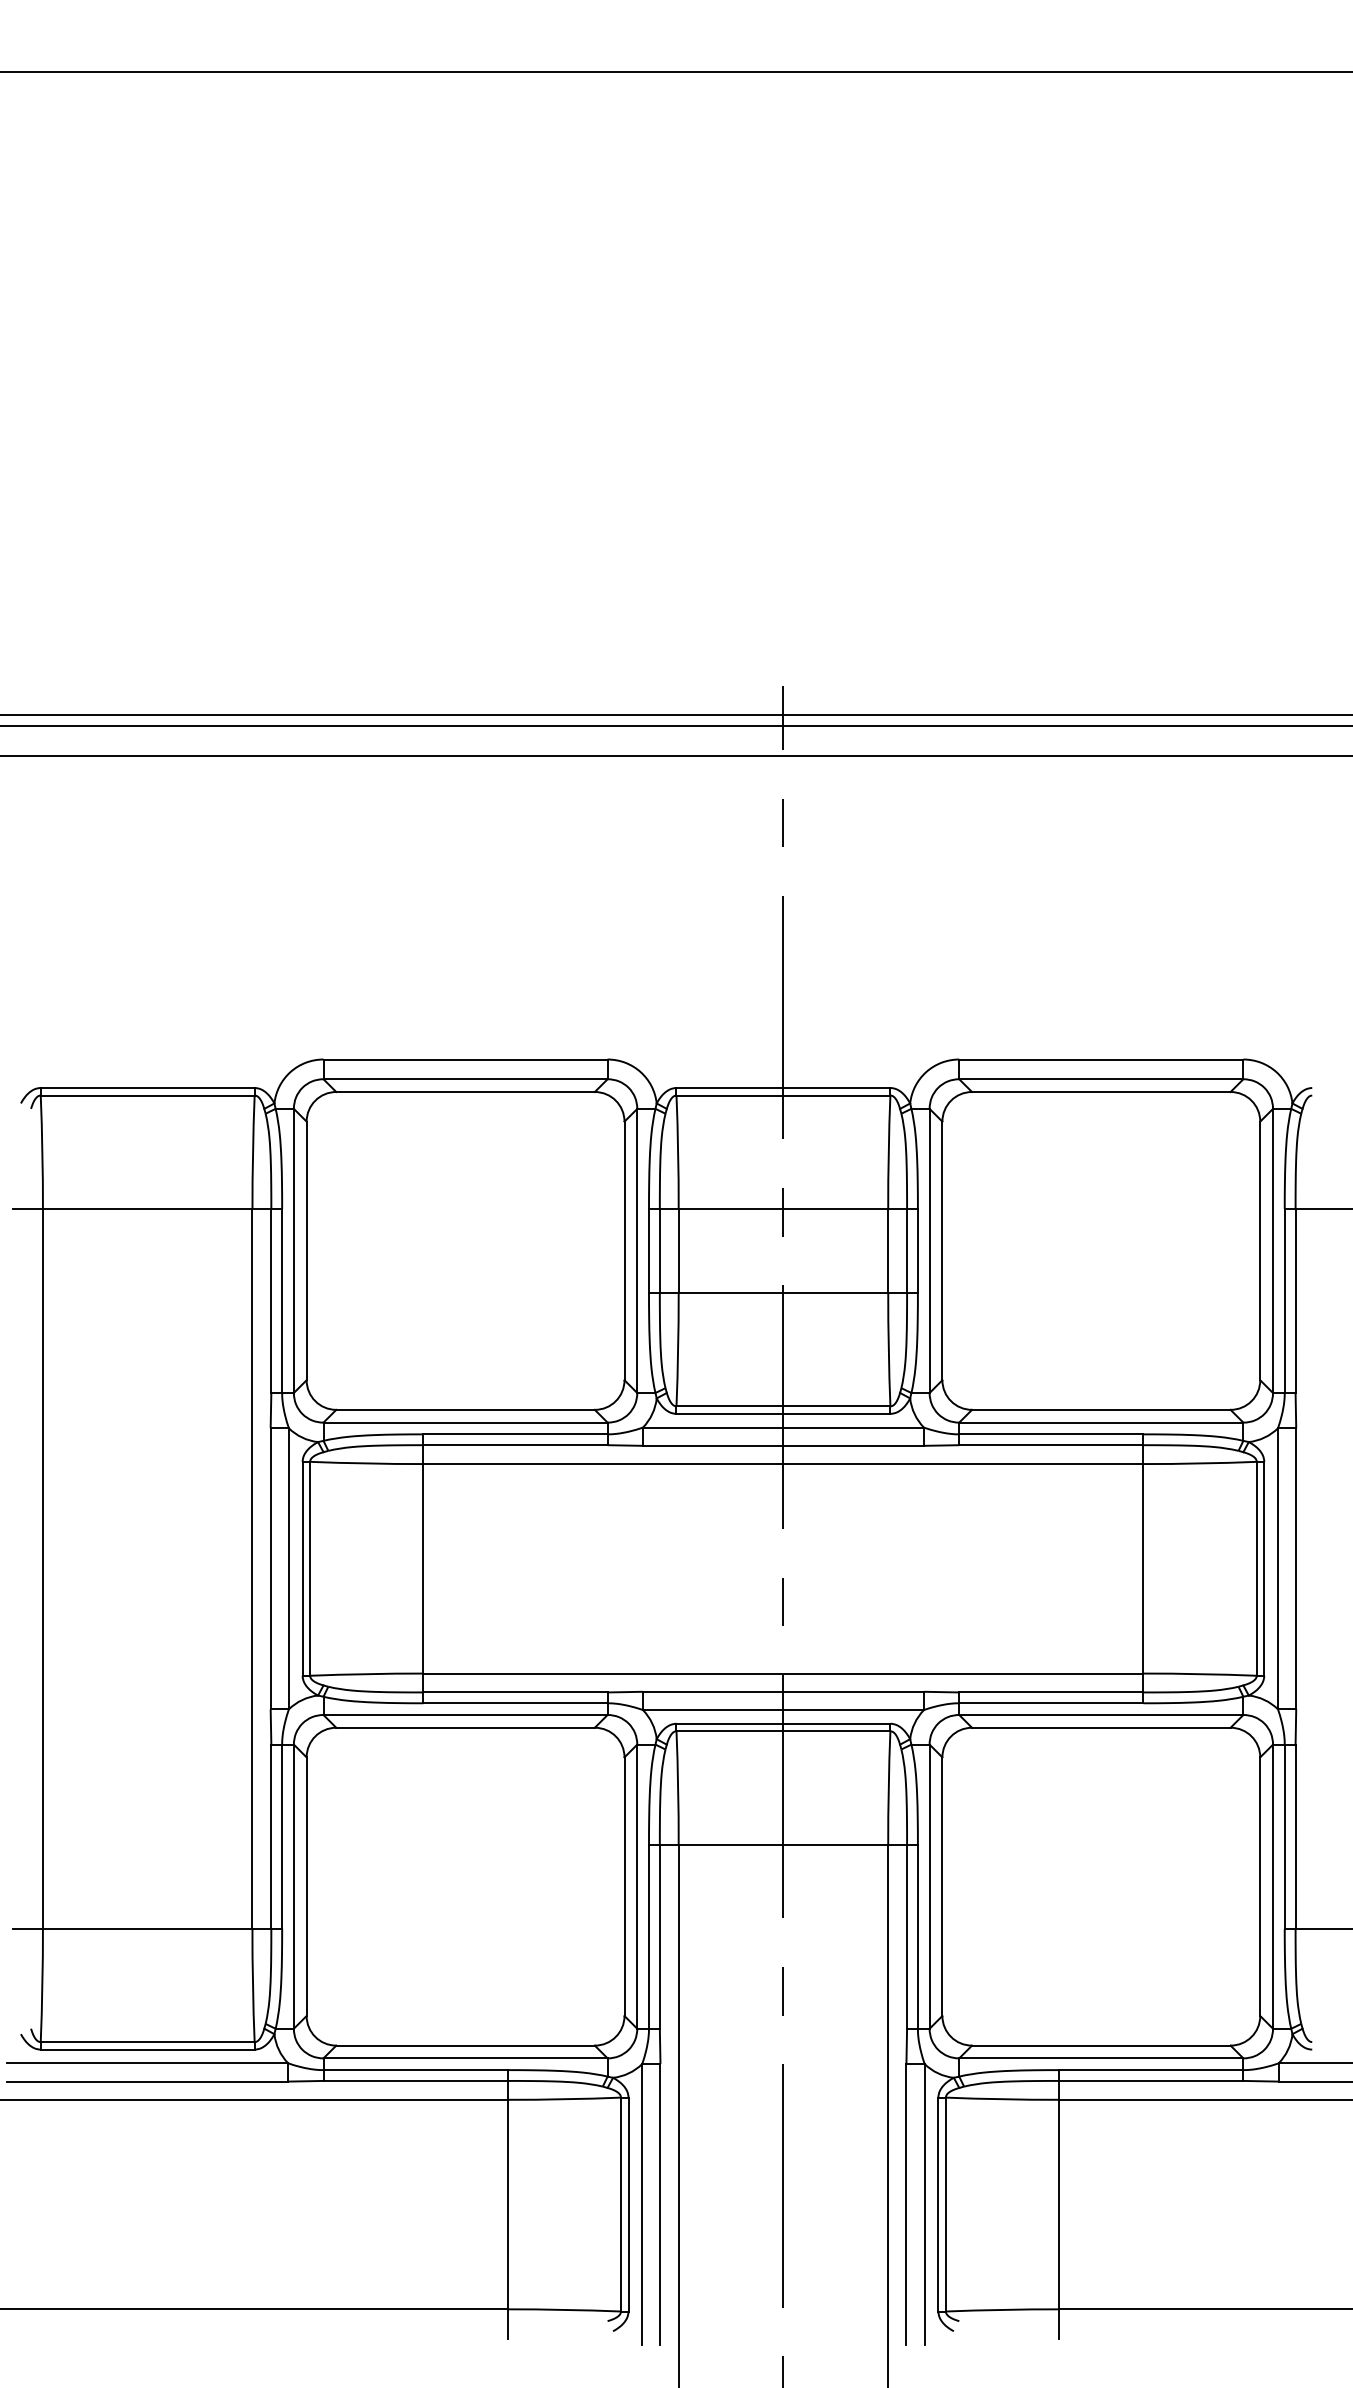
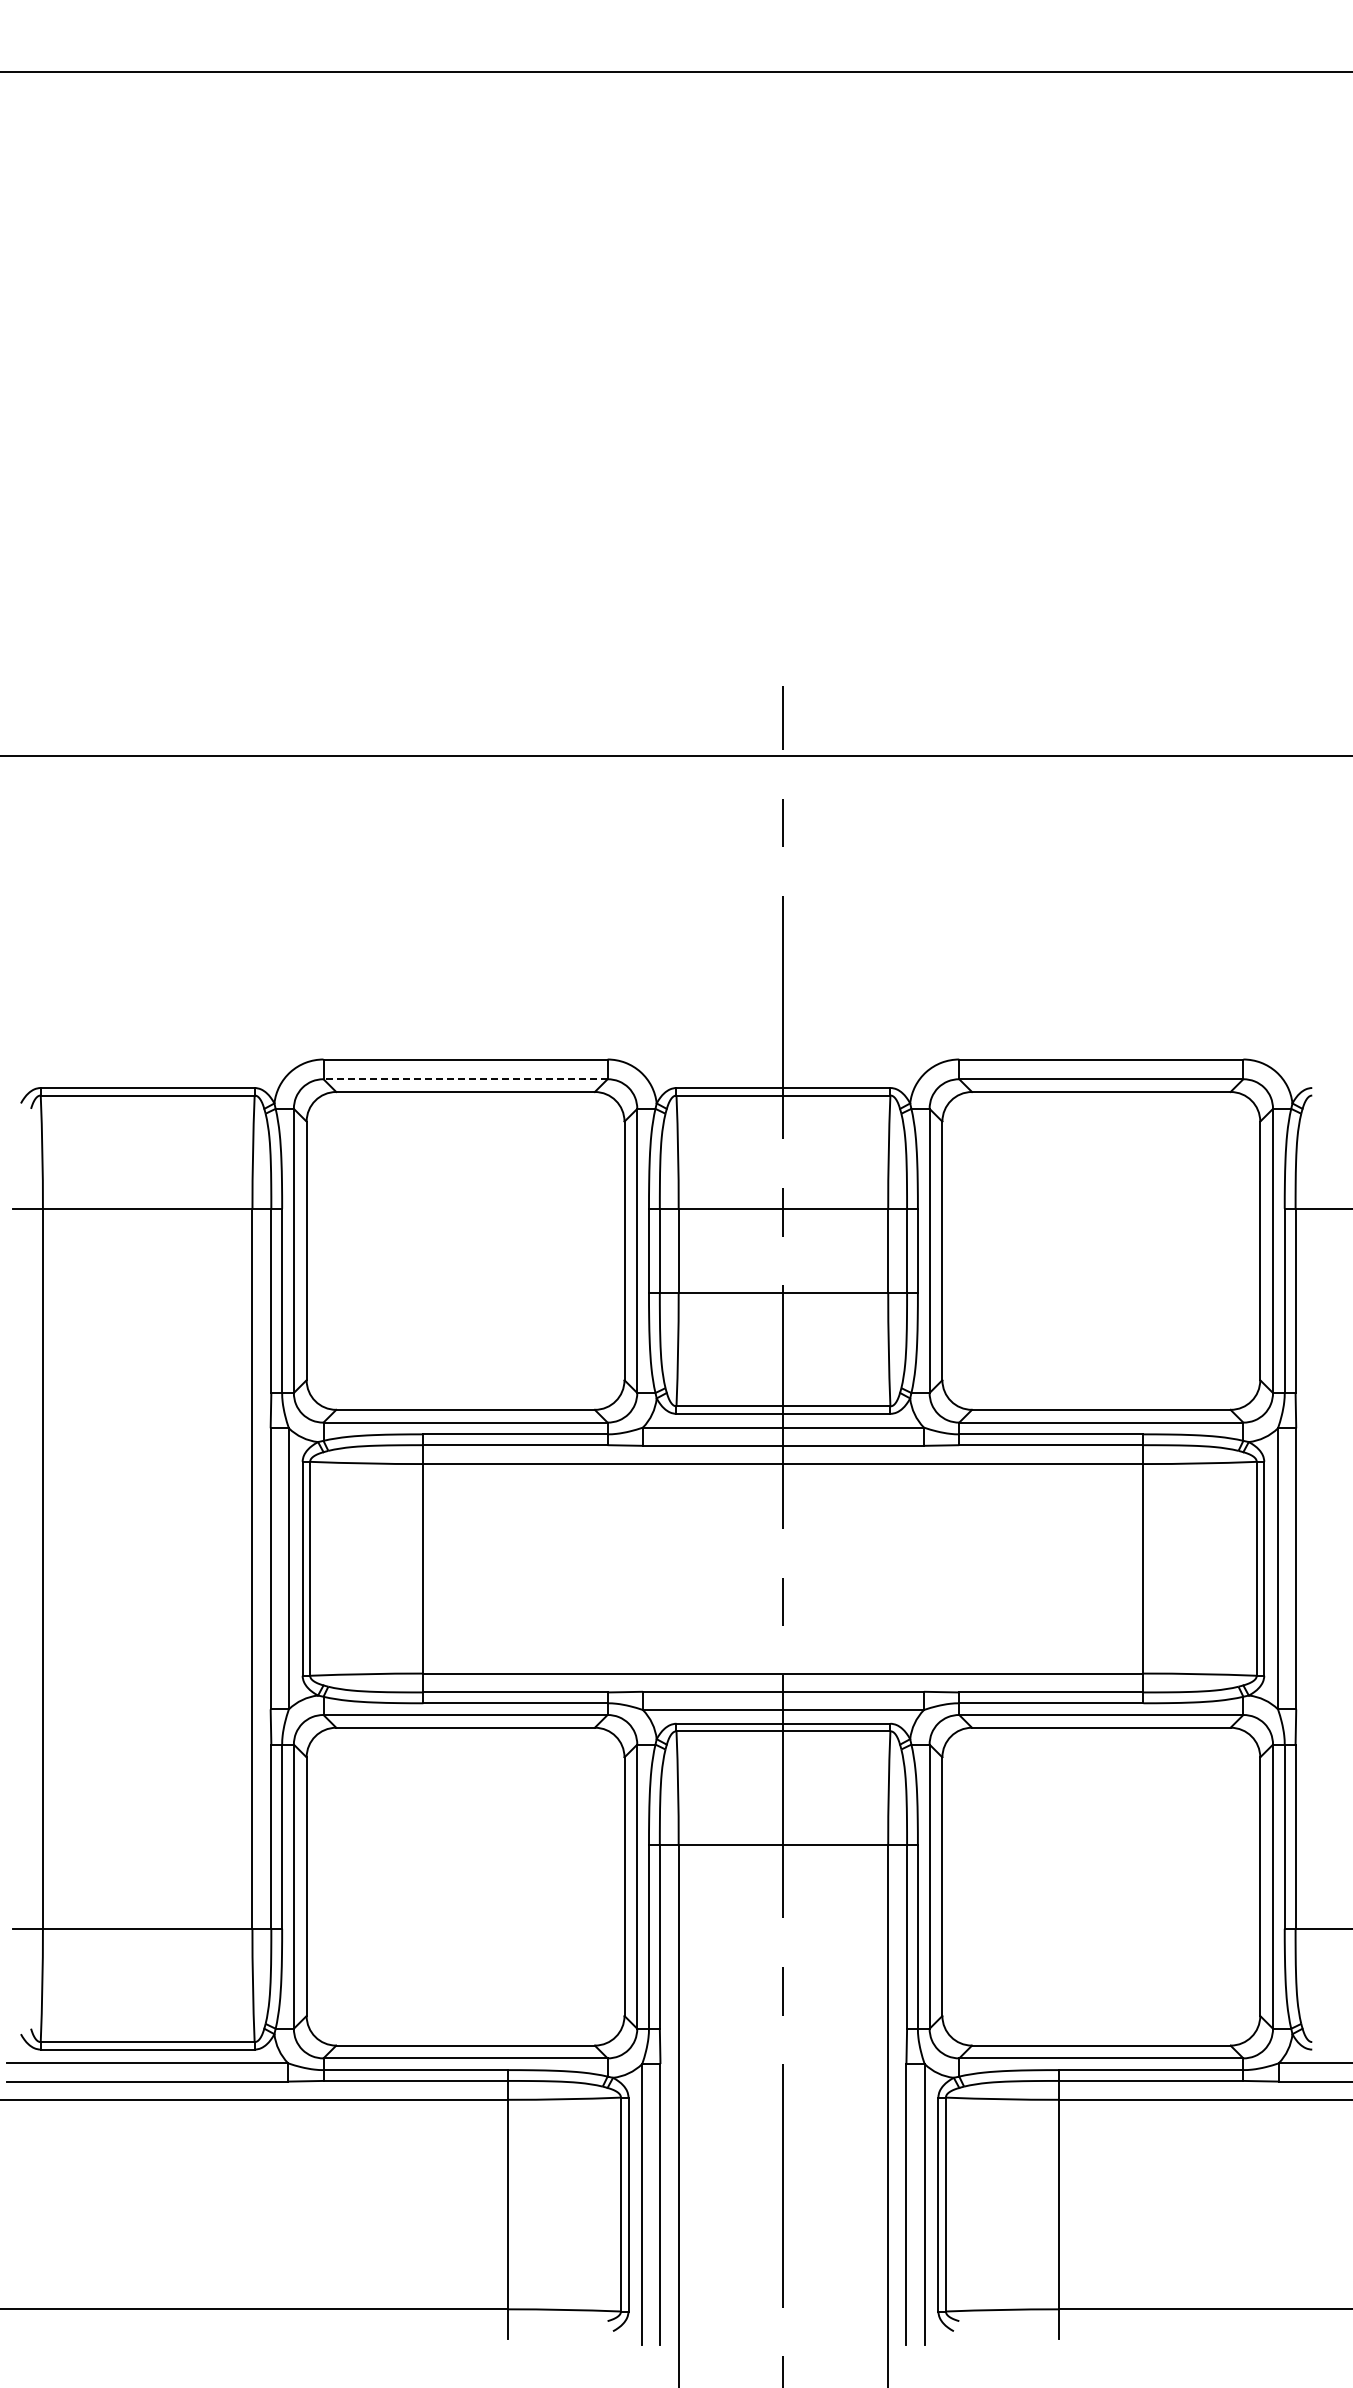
line at (675, 714): present -> none
line at (675, 726): present -> none
line at (465, 1079): solid -> dashed
